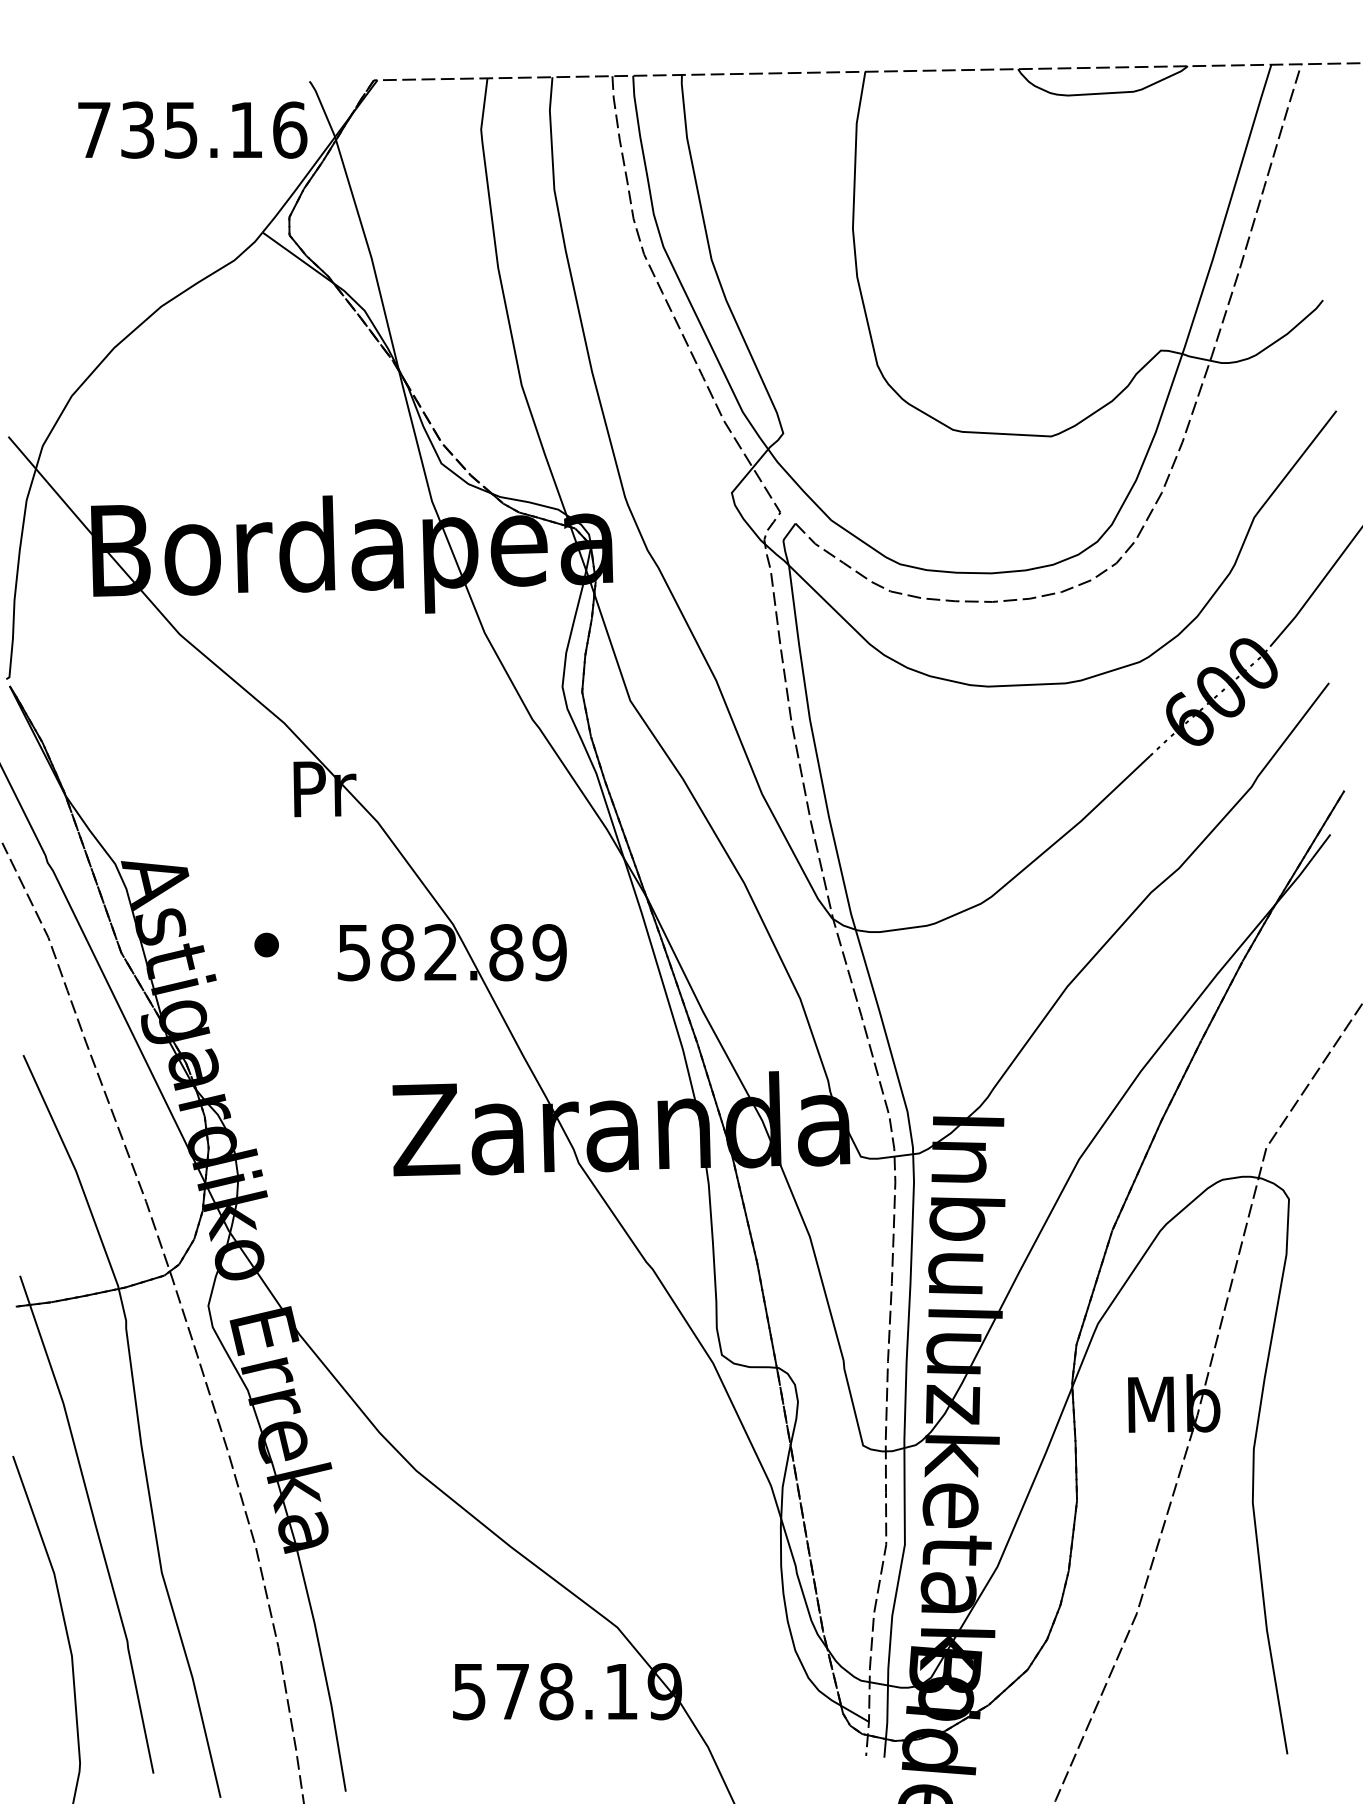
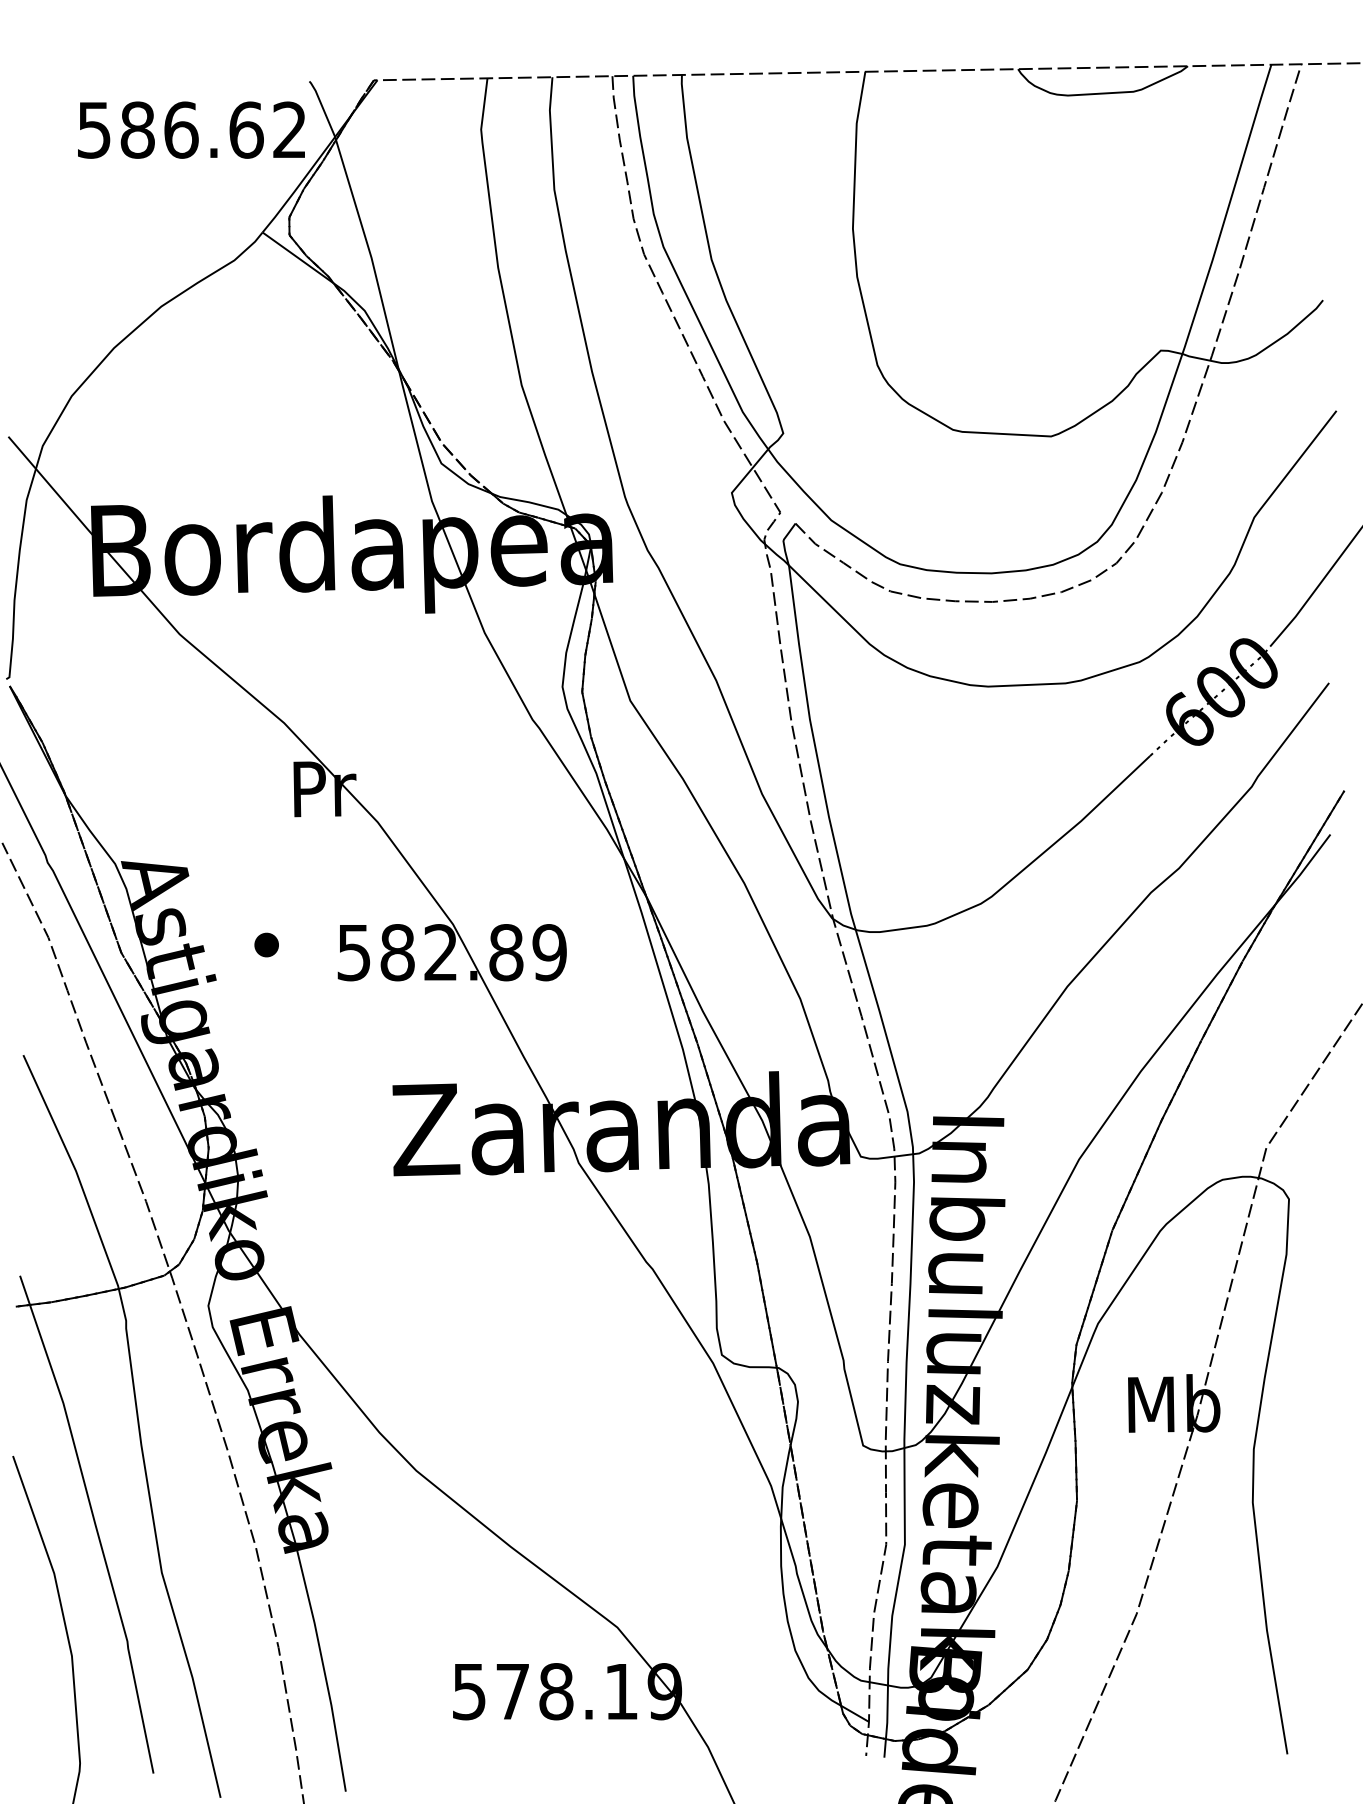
text at (192, 129): 735.16 -> 586.62
